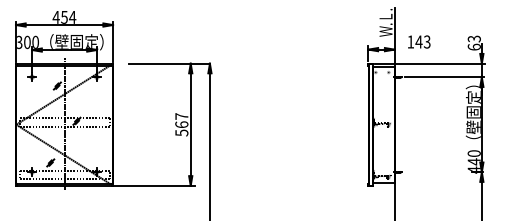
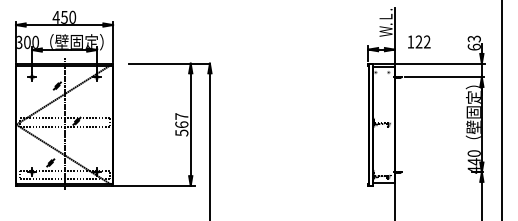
text at (72, 16): 454 -> 450
text at (422, 41): 143 -> 122
line at (502, 109): none -> present
